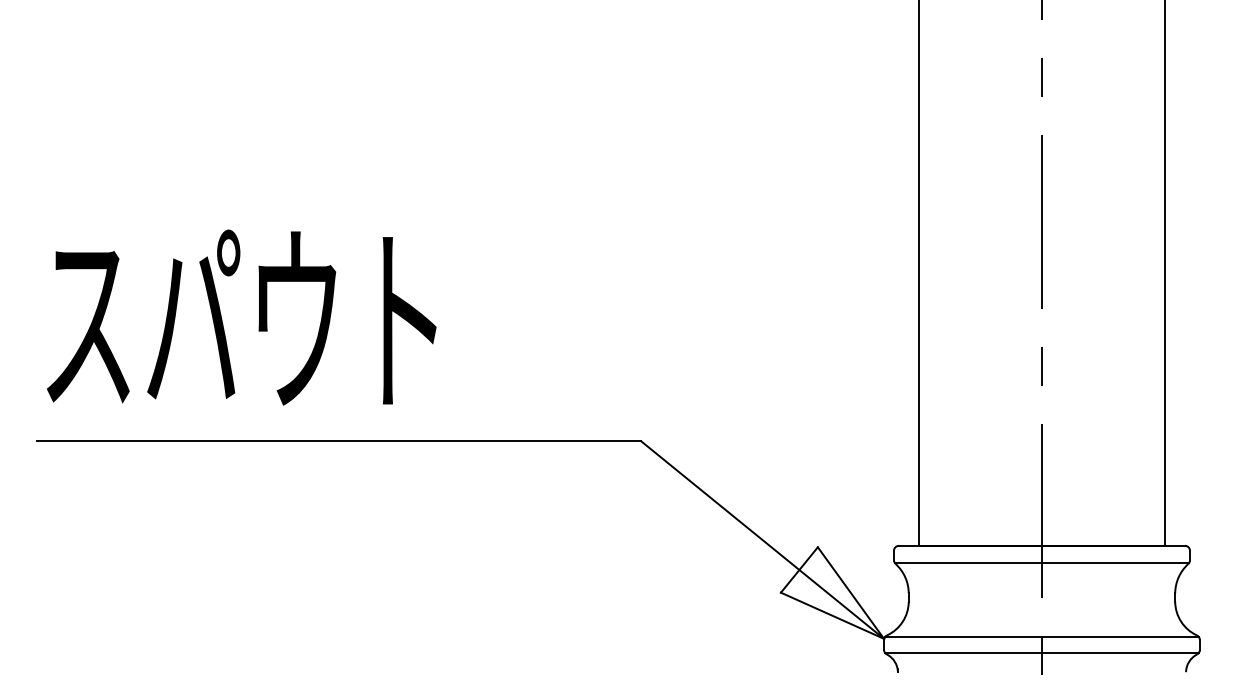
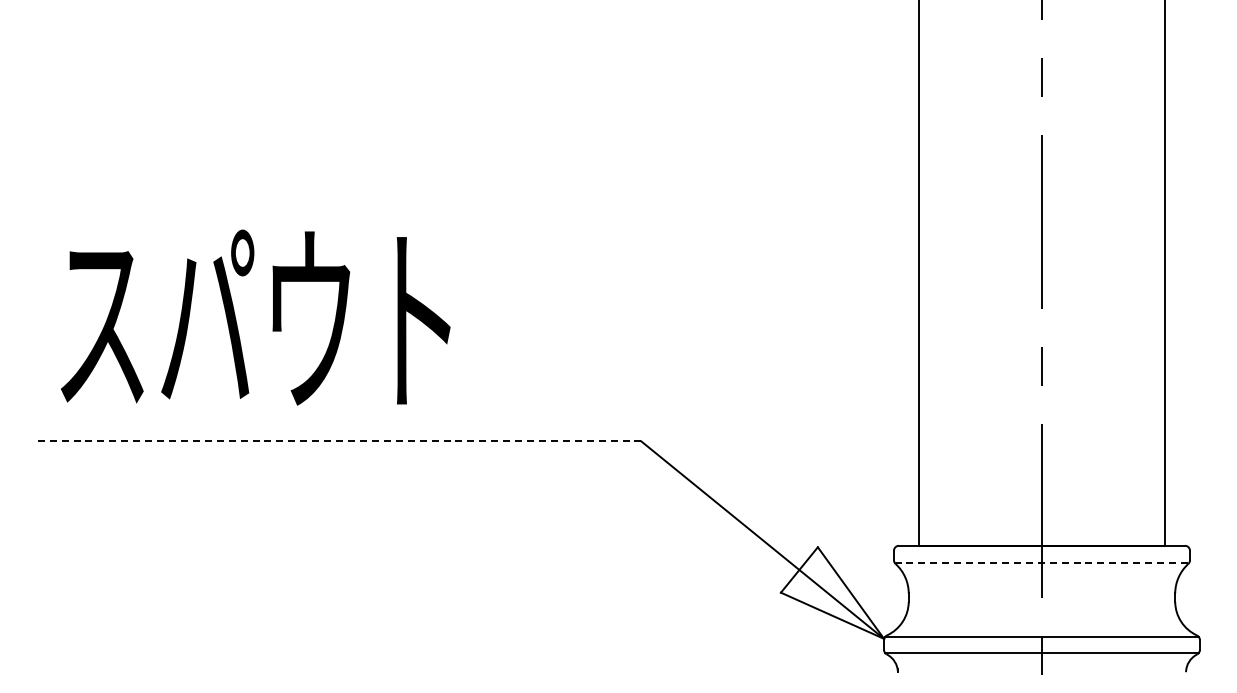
text at (241, 317) position: (241, 317) -> (255, 317)
line at (338, 441): solid -> dashed
line at (1042, 562): solid -> dashed
